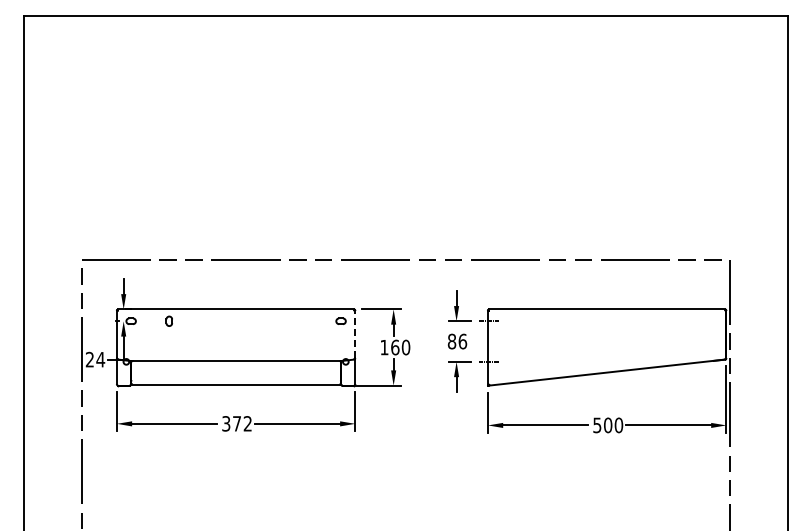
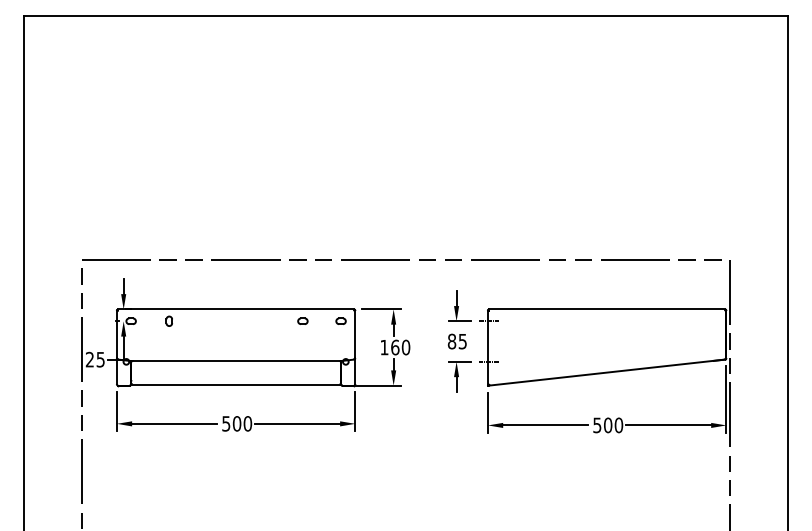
part at (302, 320): none -> present
line at (355, 334): dashed -> solid
text at (462, 341): 86 -> 85
text at (100, 359): 24 -> 25
text at (237, 423): 372 -> 500
